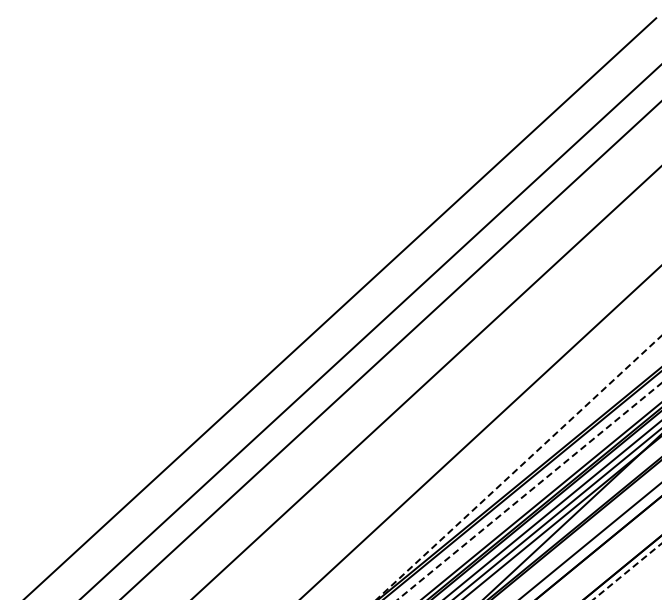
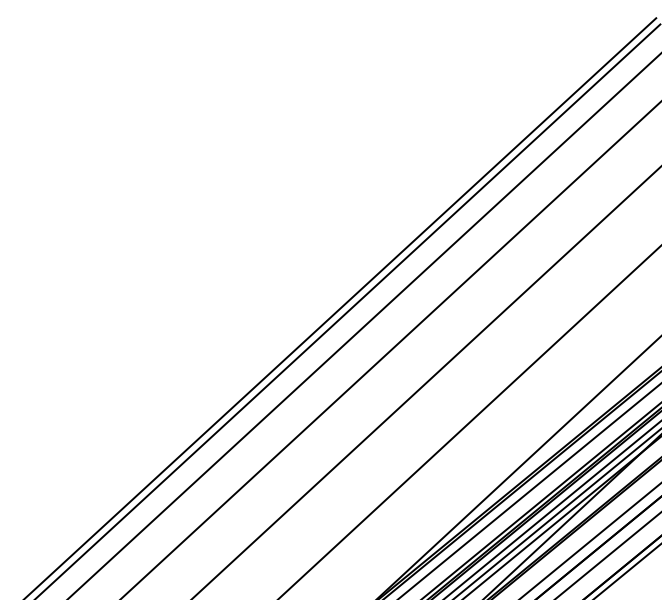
line at (348, 310): none -> present
line at (370, 331) position: (370, 331) -> (364, 325)
line at (480, 432) position: (480, 432) -> (469, 421)
line at (519, 467): dashed -> solid
line at (529, 491): dashed -> solid
line at (608, 555): none -> present
line at (626, 572): dashed -> solid
